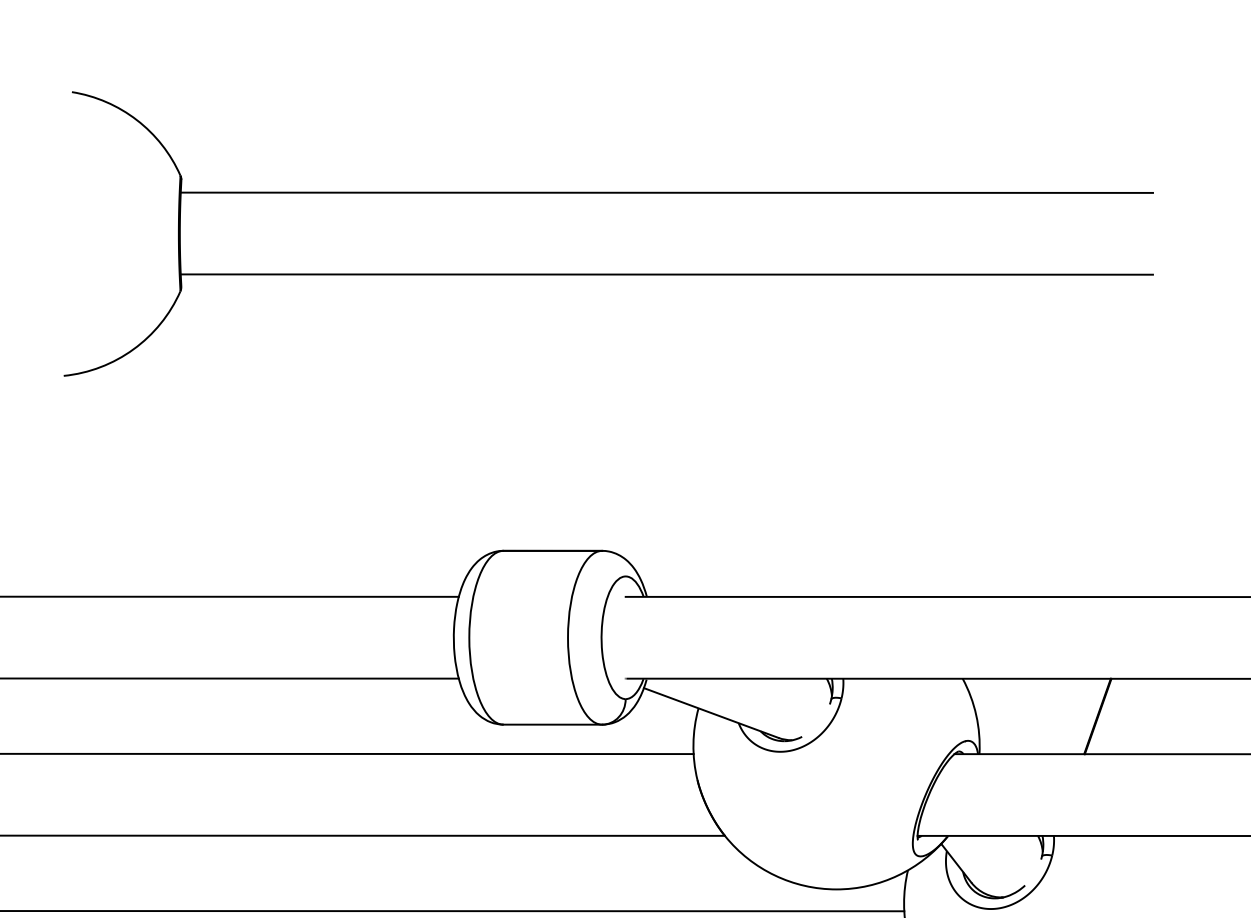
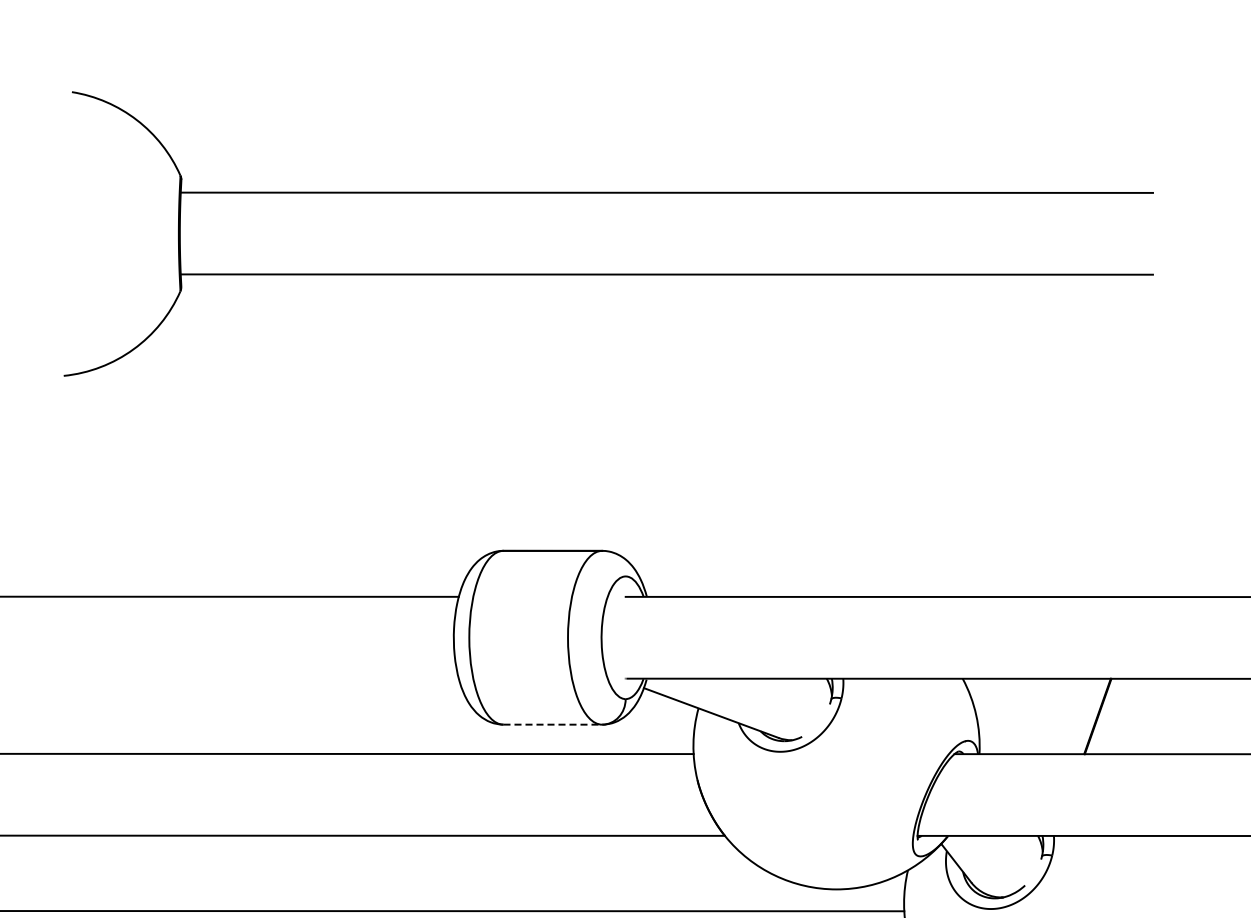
line at (230, 678): present -> none
line at (553, 724): solid -> dashed
